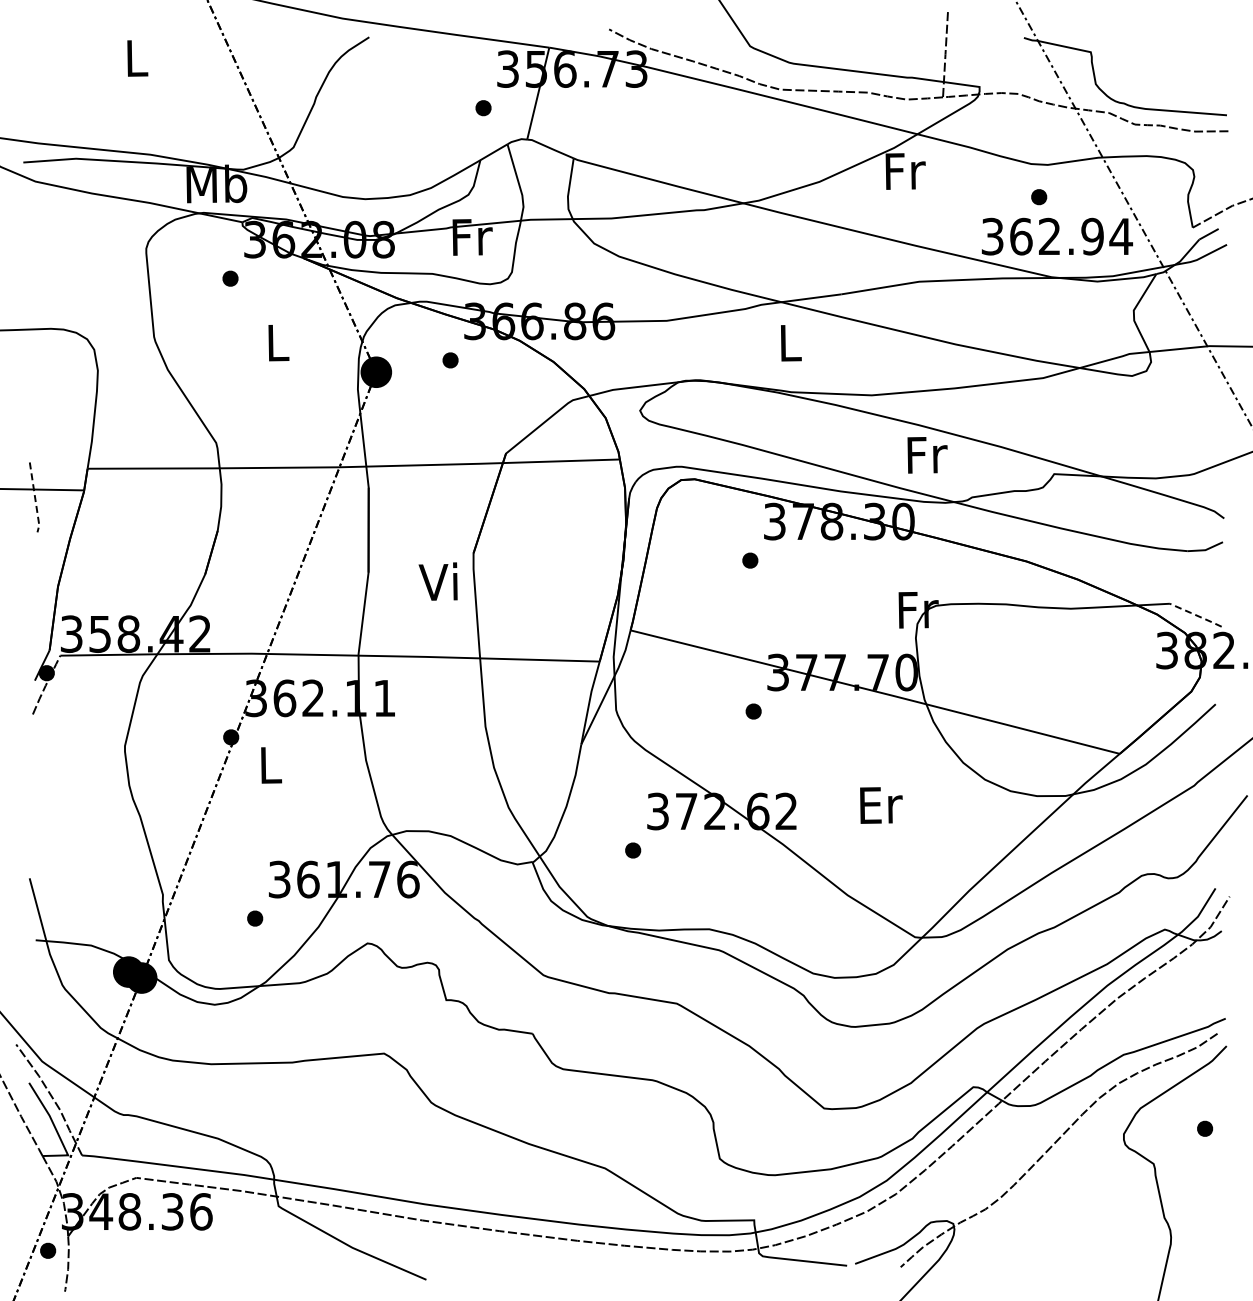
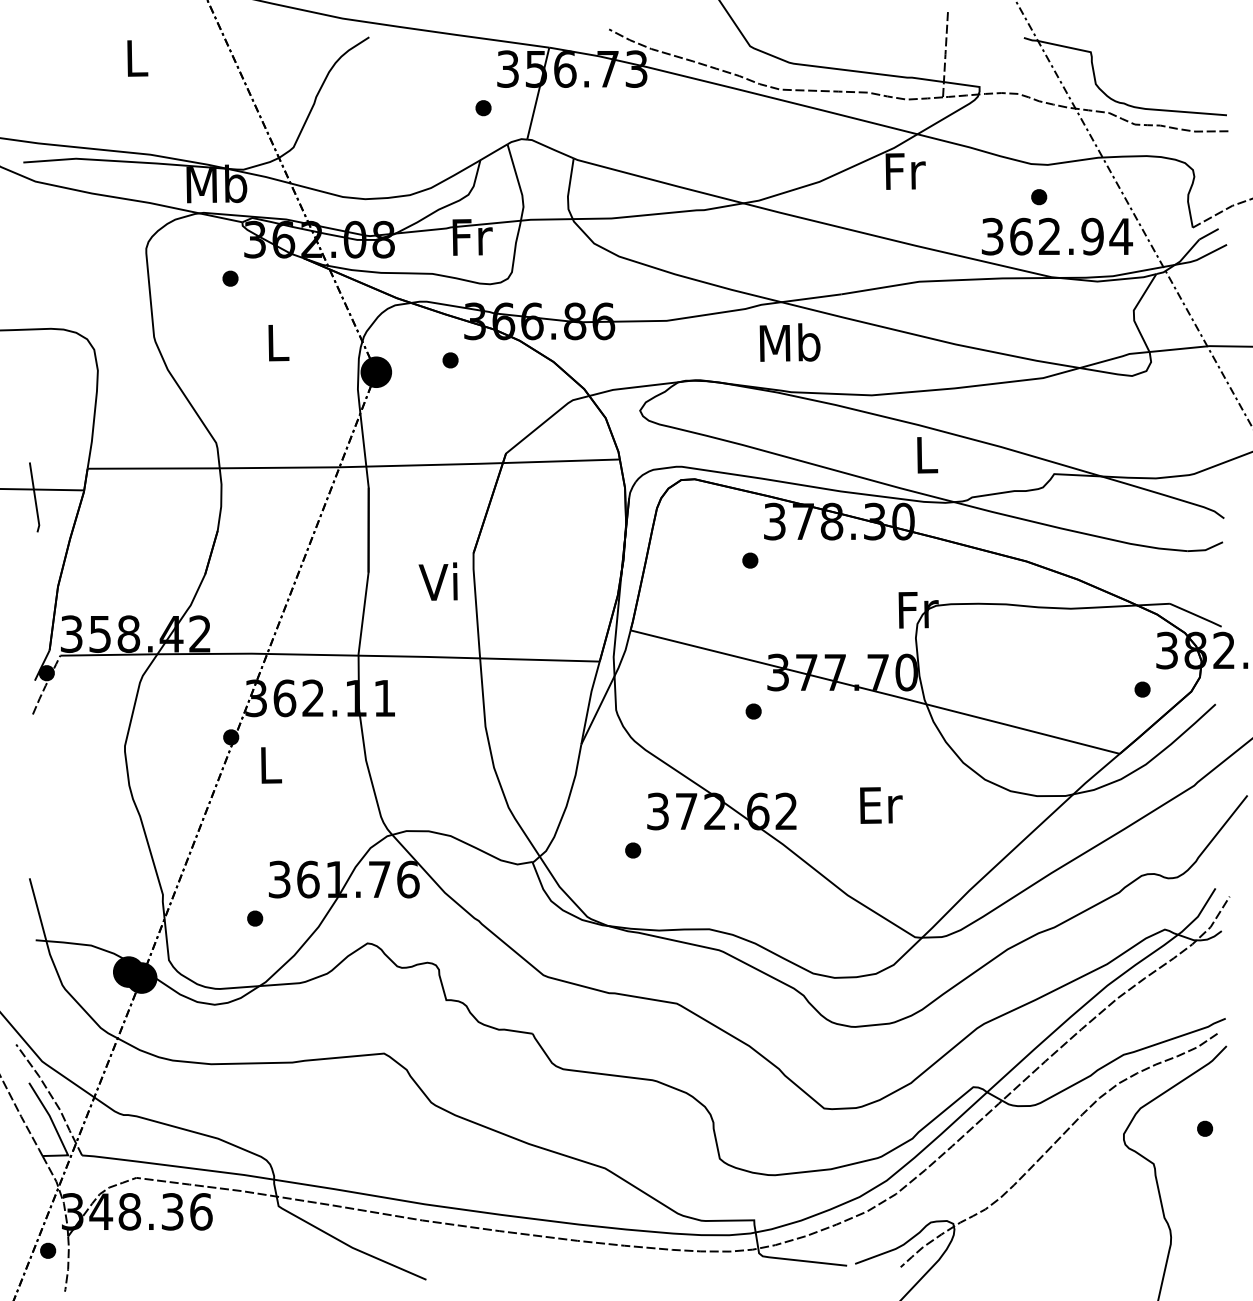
text at (789, 342): L -> Mb
text at (927, 455): Fr -> L
line at (35, 498): dashed -> solid
line at (1195, 614): dashed -> solid
part at (1142, 689): none -> present
